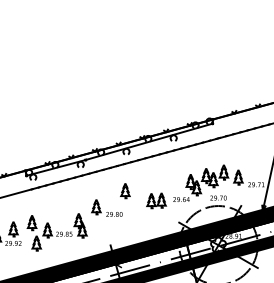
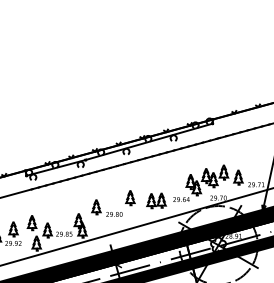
part at (125, 191) position: (125, 191) -> (130, 198)
line at (136, 226): none -> present
